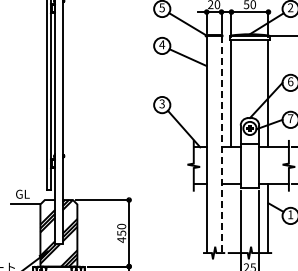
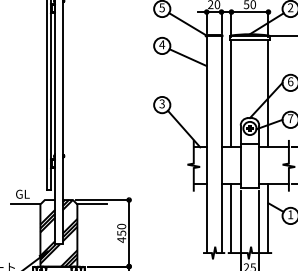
line at (221, 145): dashed -> solid
line at (91, 204): none -> present
line at (231, 218): none -> present
